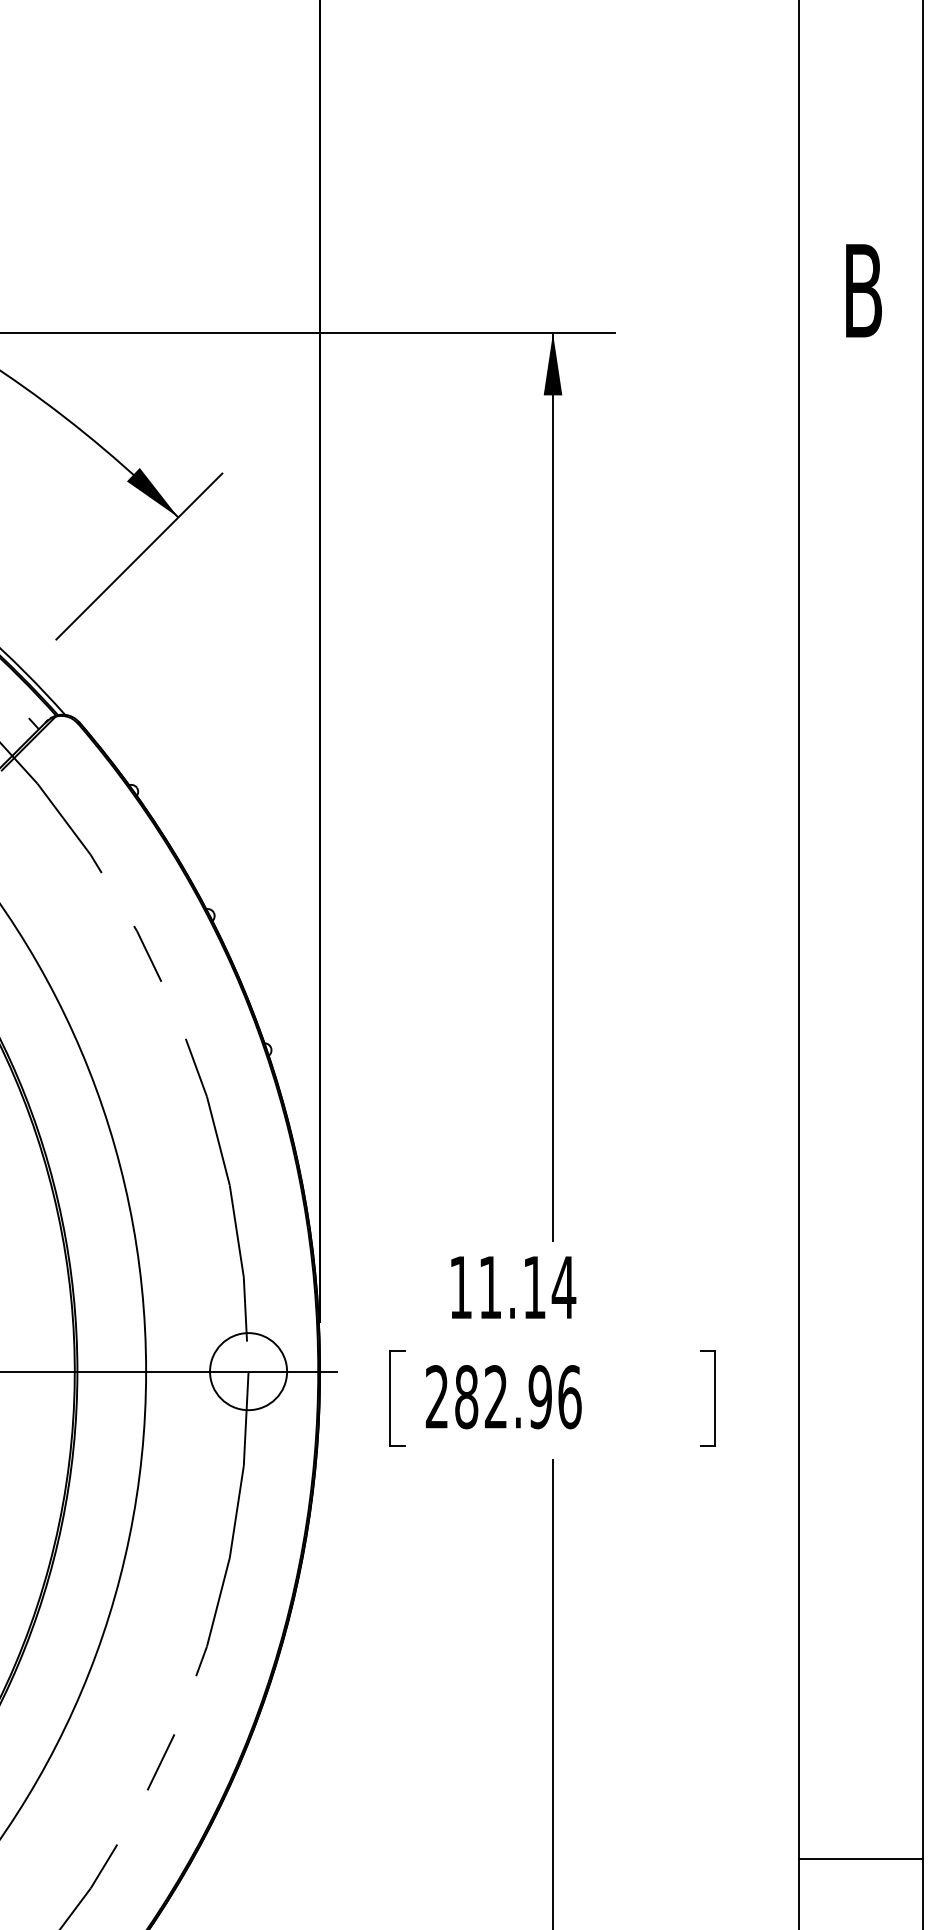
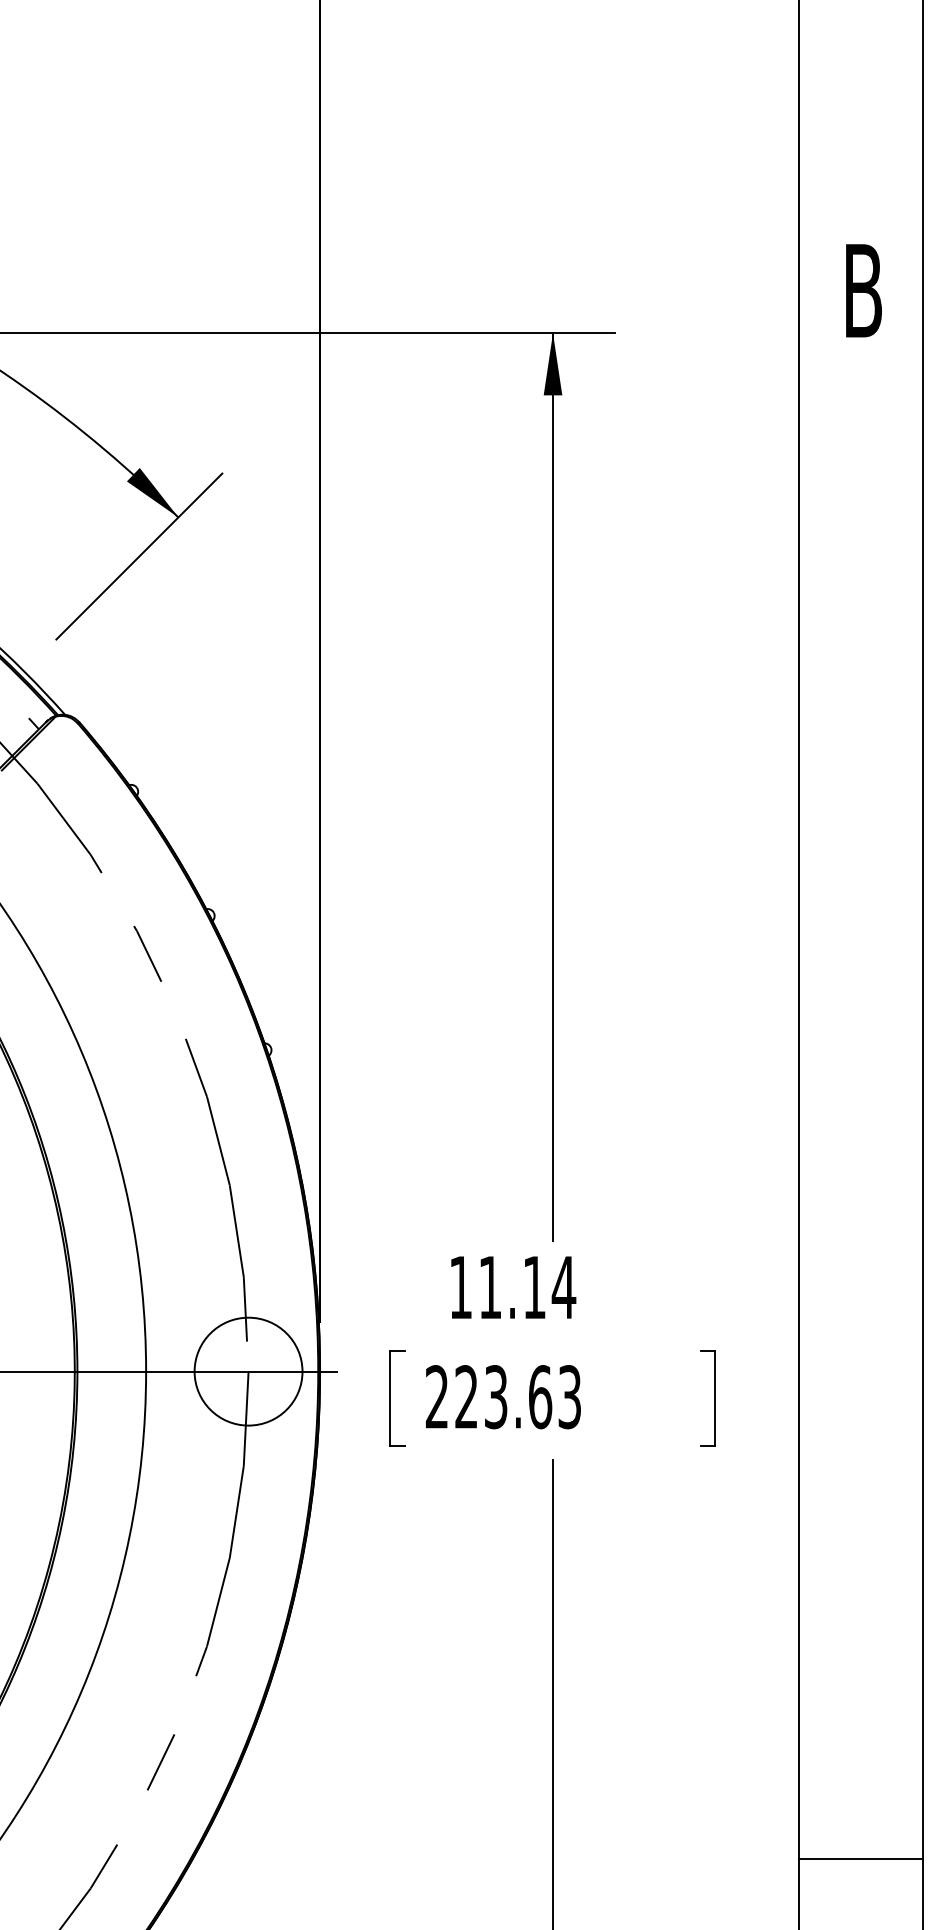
circle at (248, 1371) diameter: 77 px -> 108 px
text at (518, 1397): 282.96 -> 223.63
